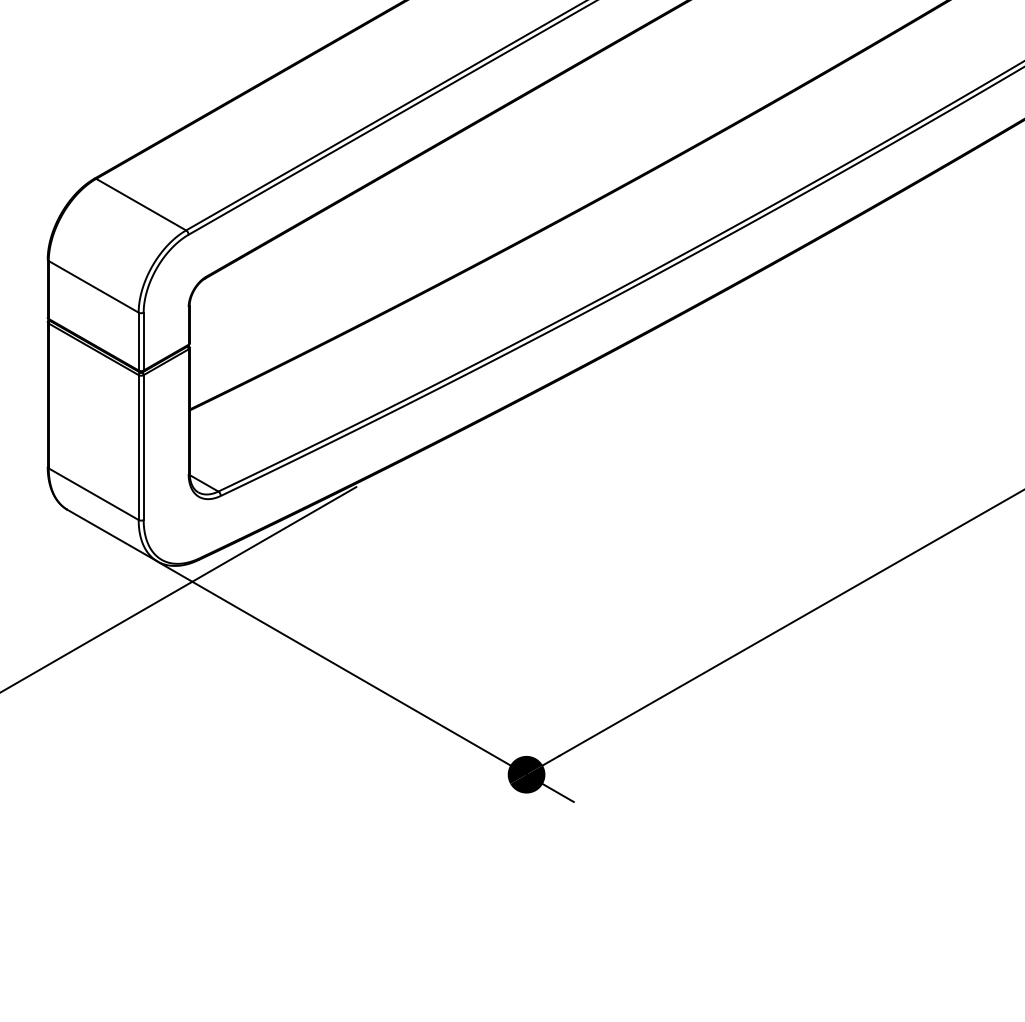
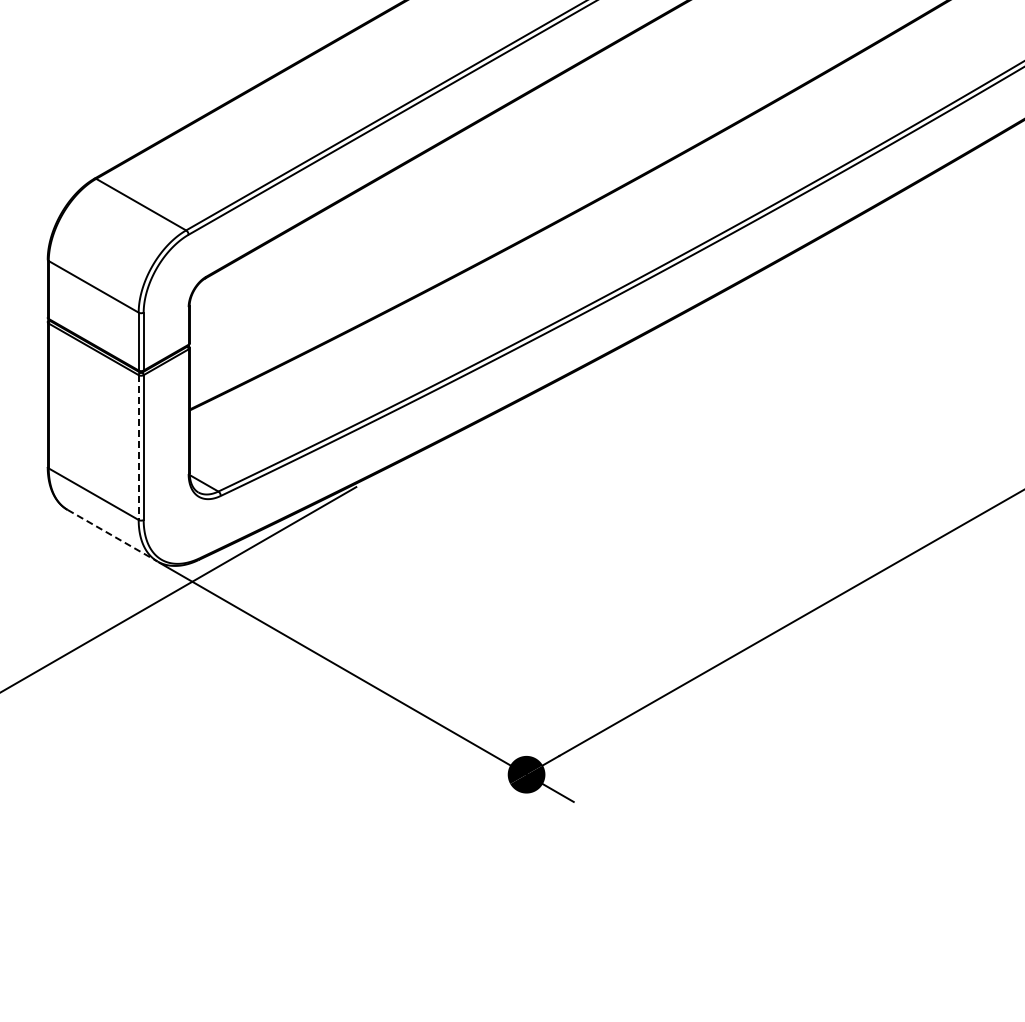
line at (138, 448): solid -> dashed
line at (112, 535): solid -> dashed
